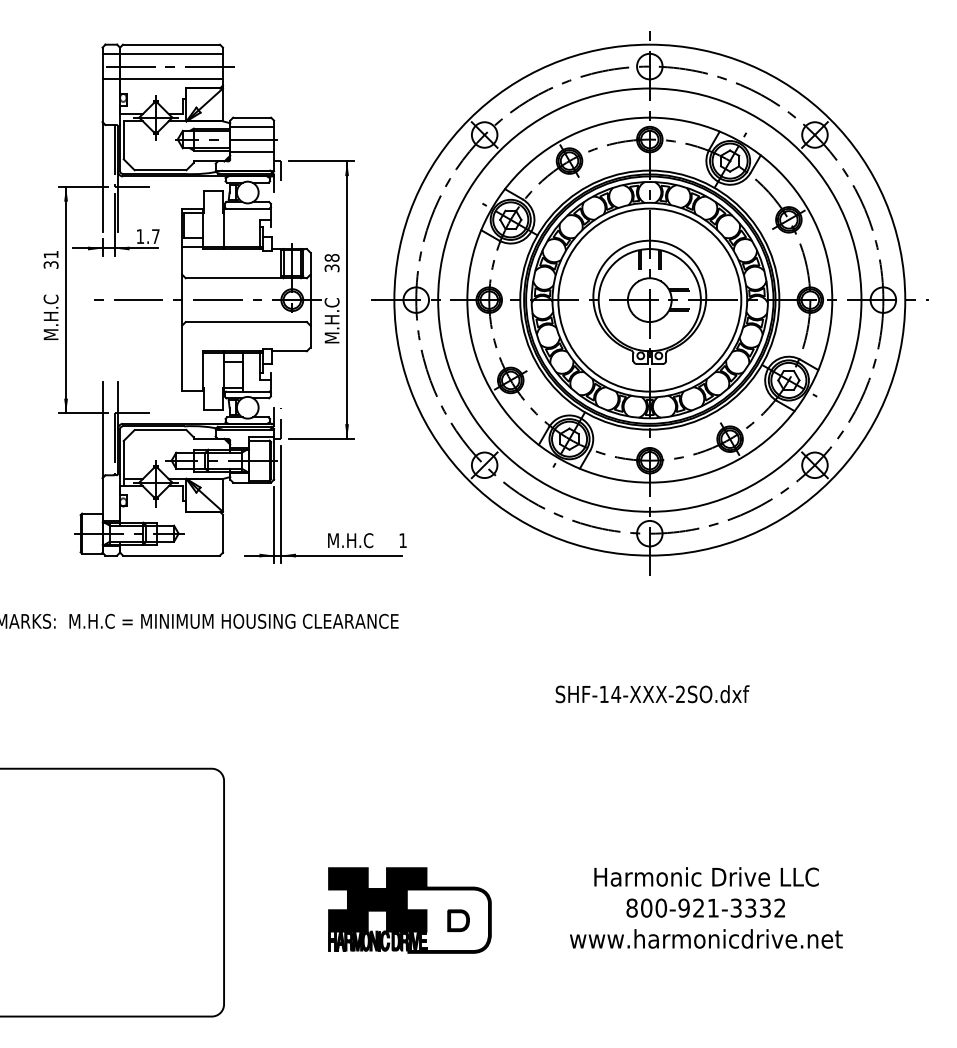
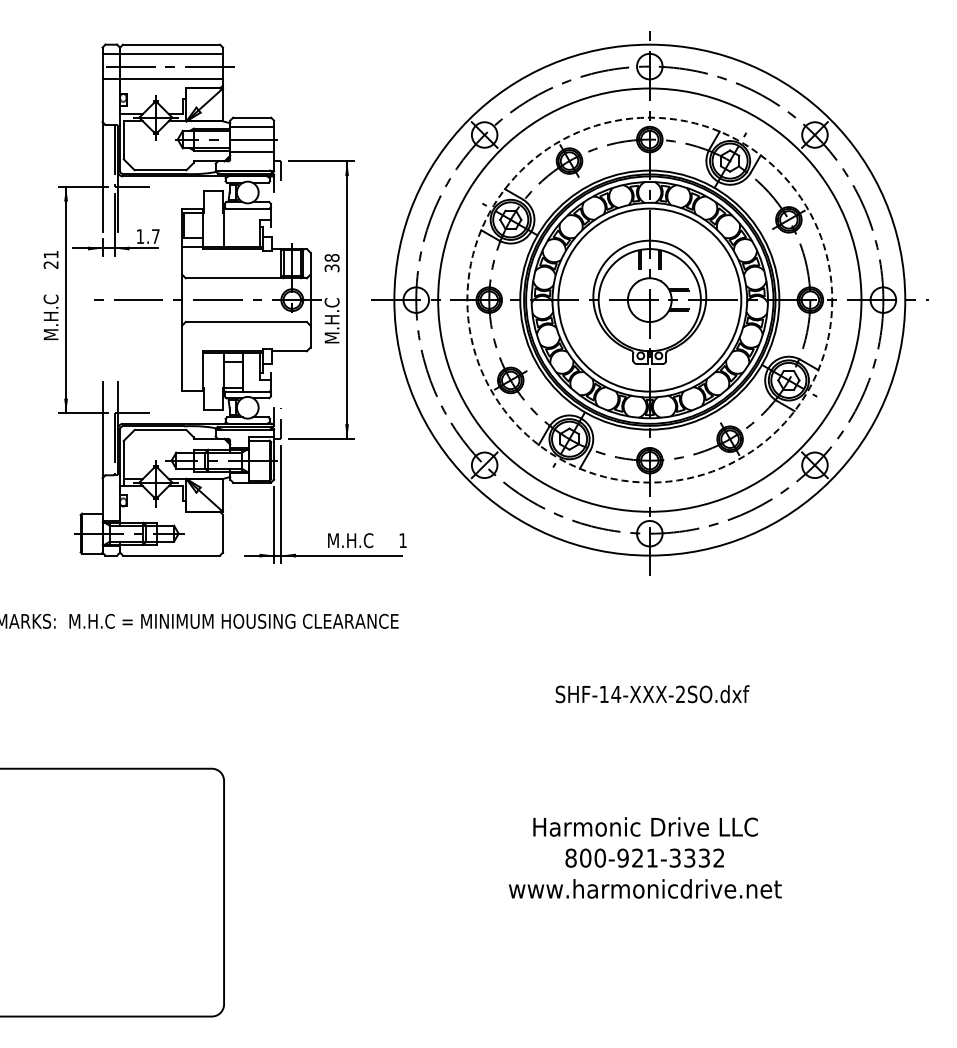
text at (51, 264): 31 -> 21
circle at (649, 299): solid -> dashed
text at (706, 907) position: (706, 907) -> (645, 857)
part at (409, 910): present -> none
